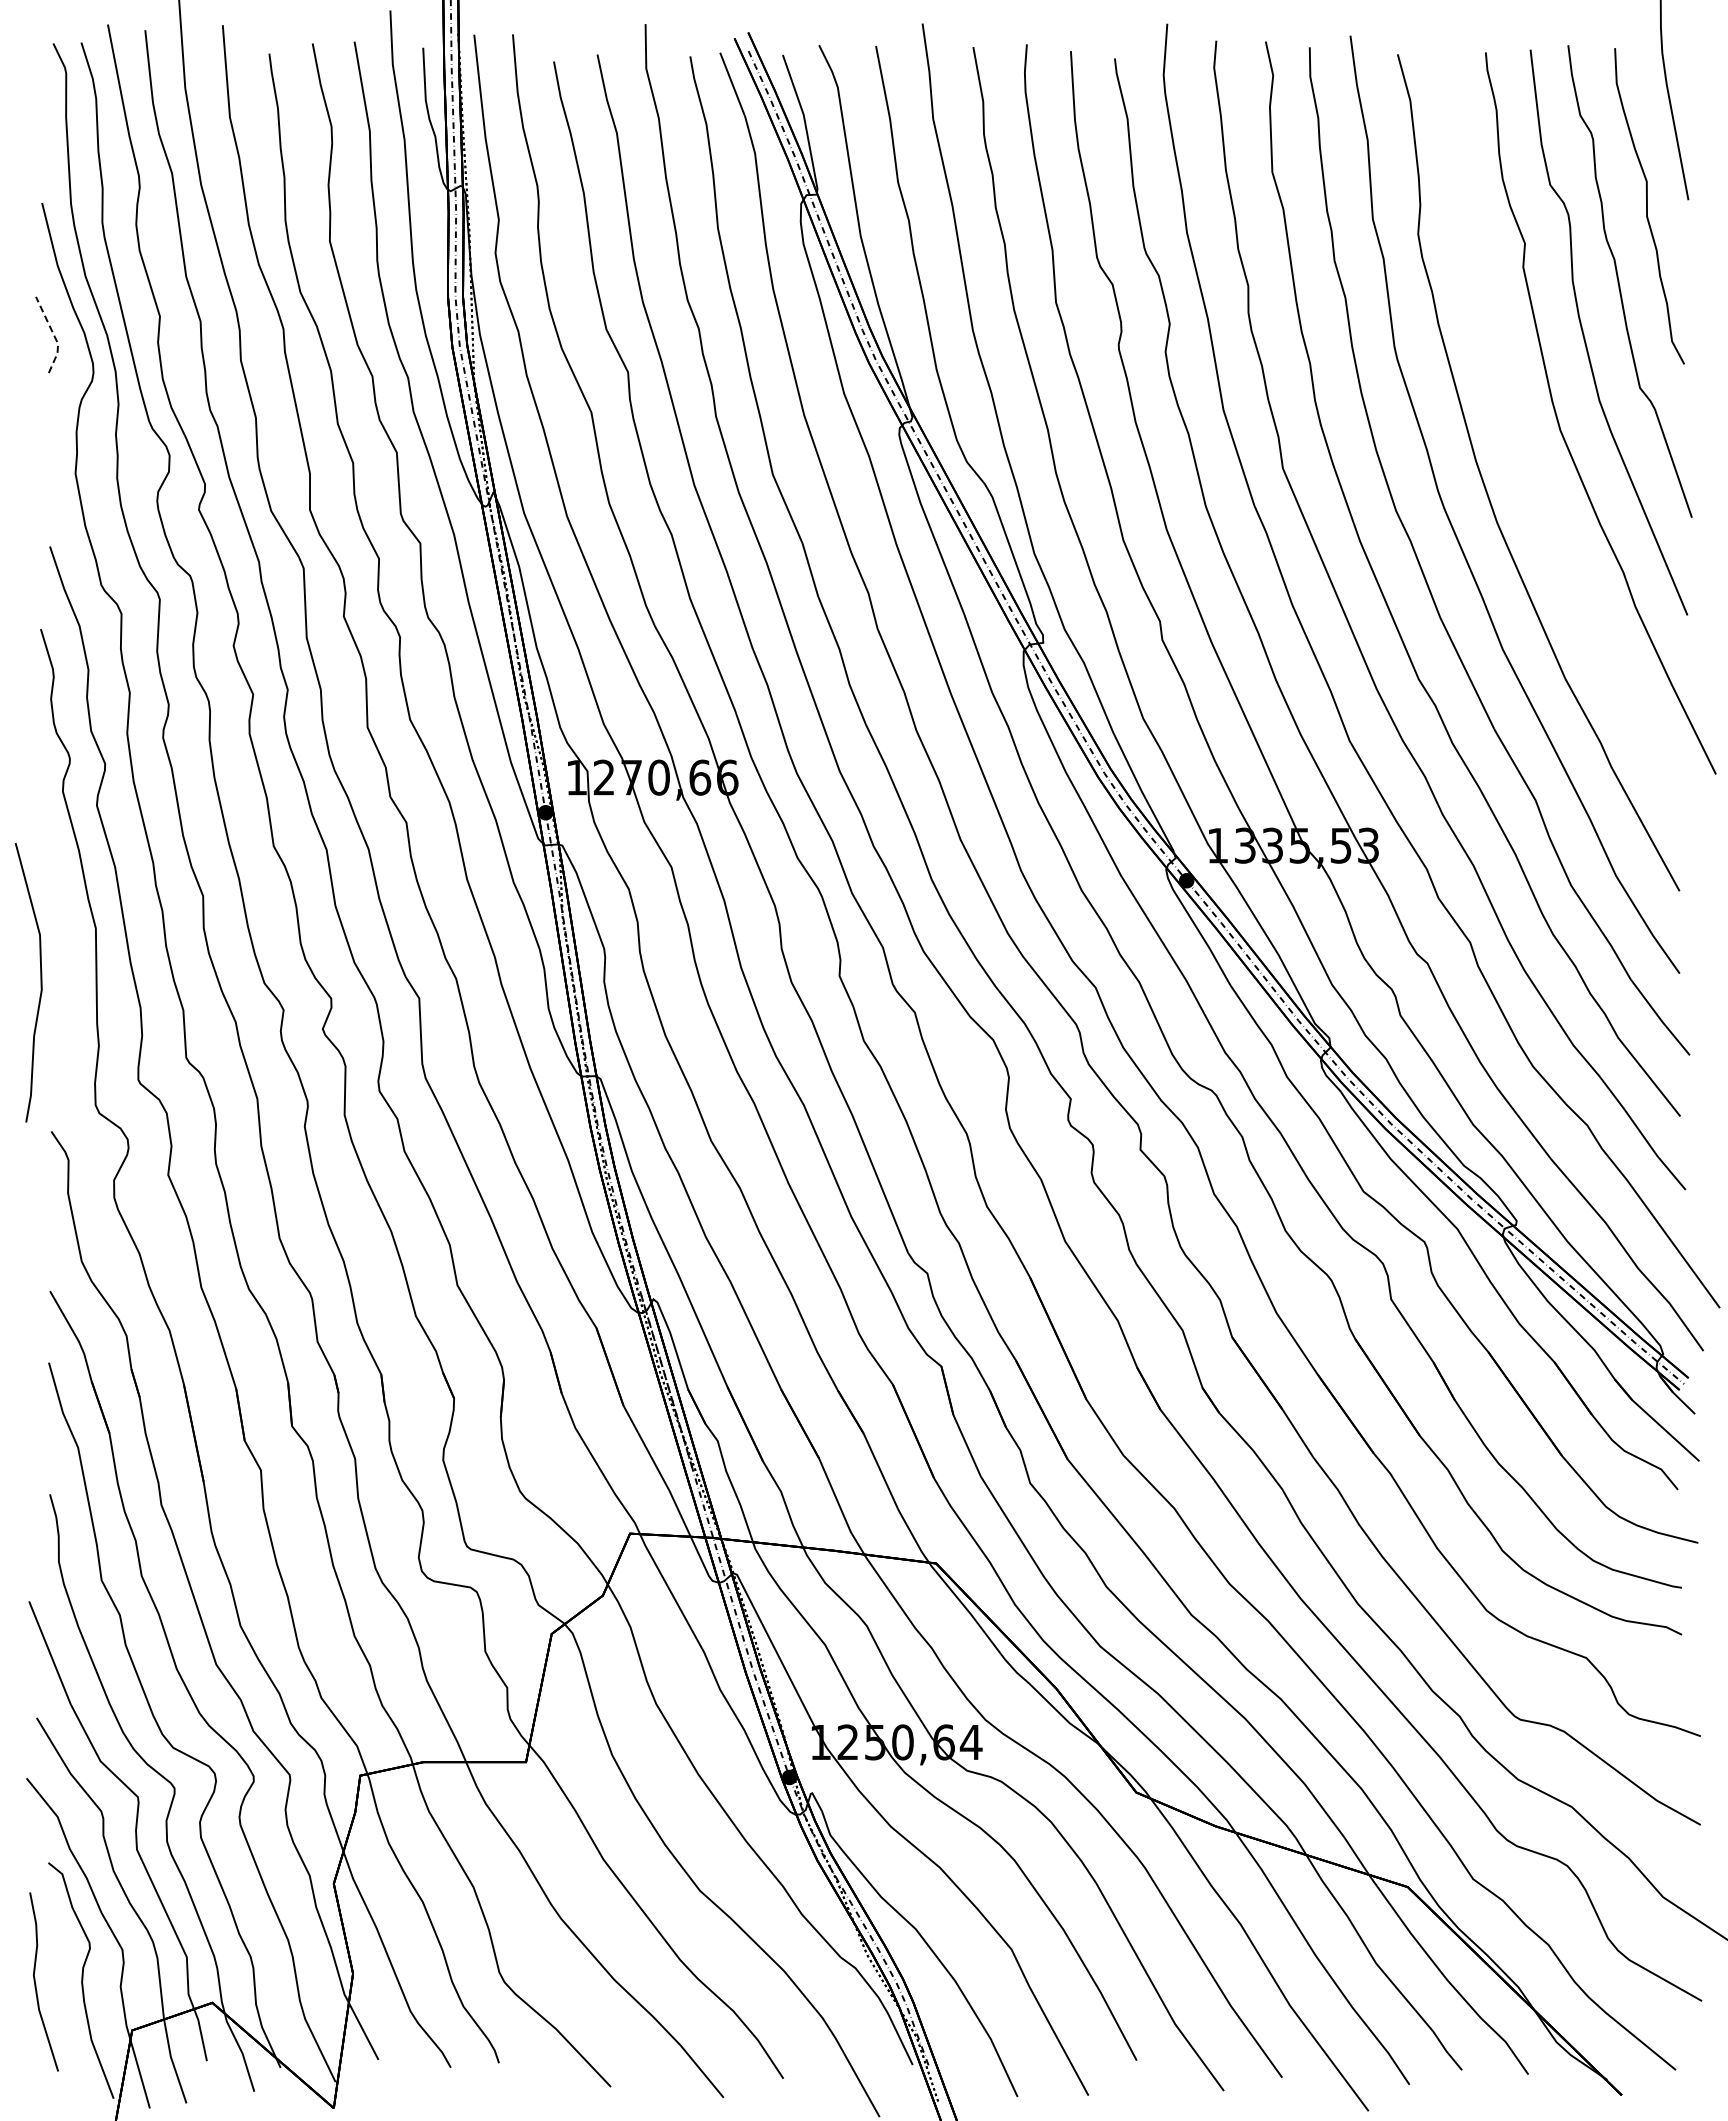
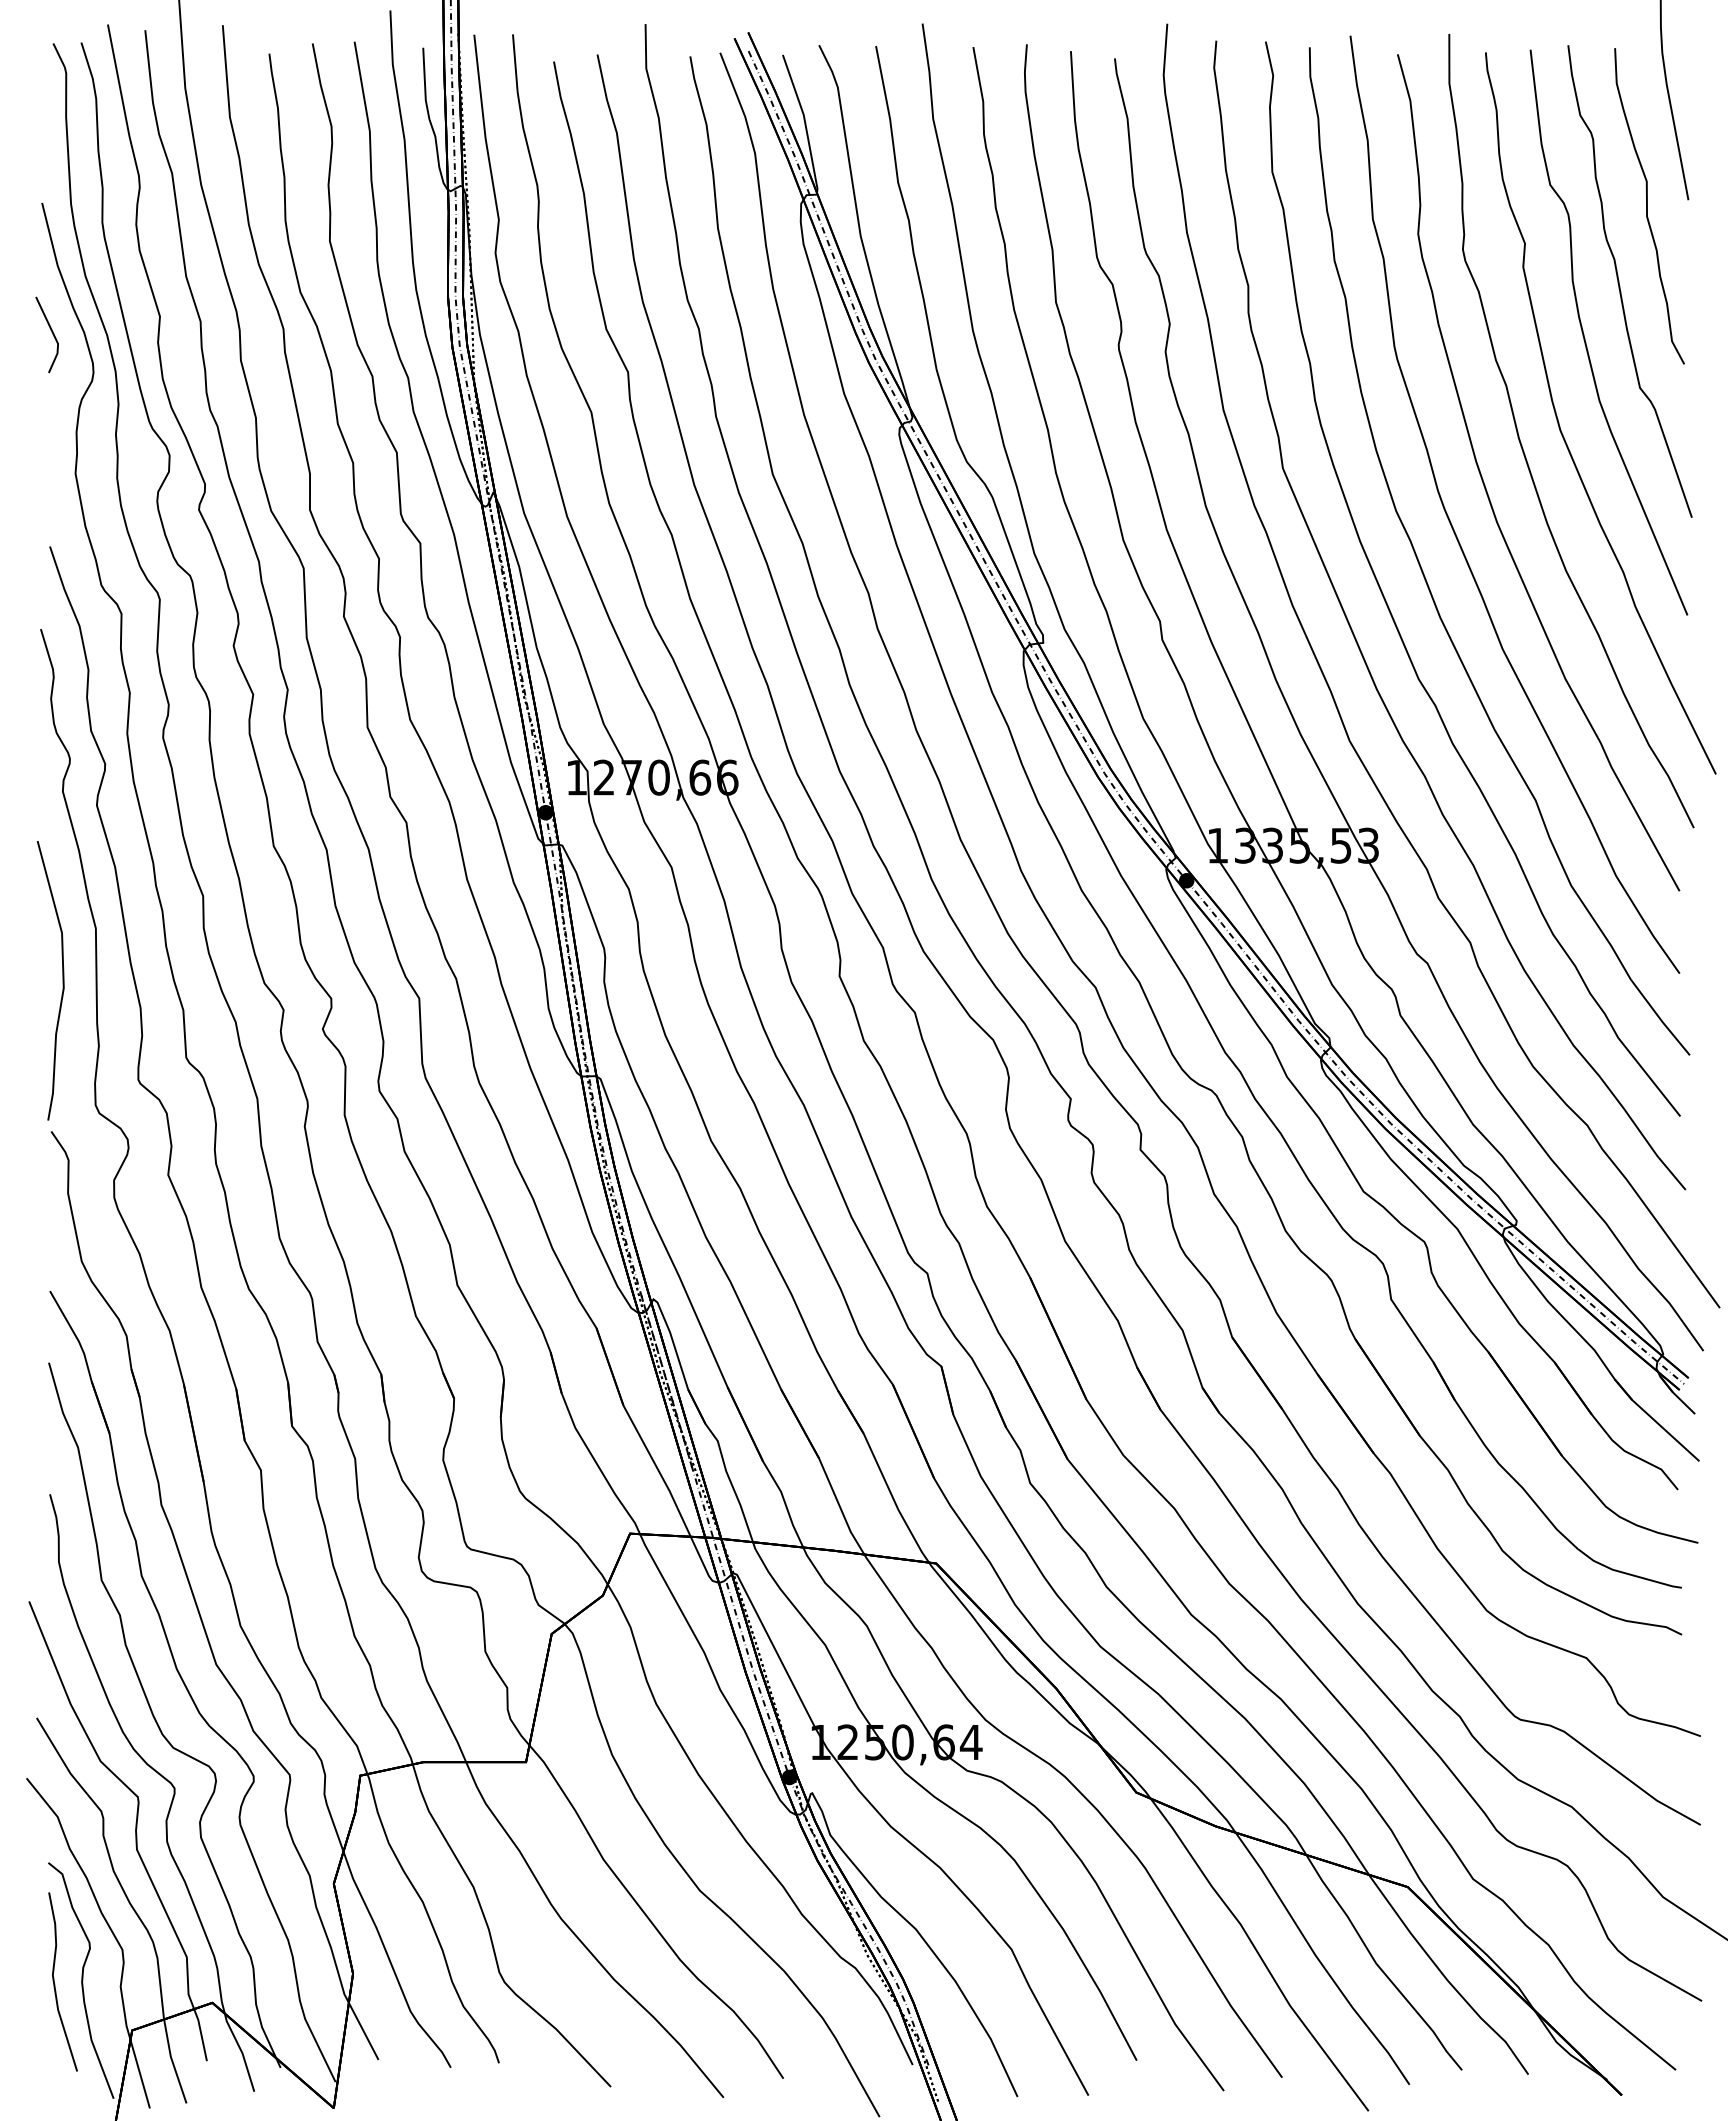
line at (54, 335): dashed -> solid
curve at (1523, 448): none -> present
curve at (40, 982) position: (40, 982) -> (62, 980)
curve at (36, 1984) position: (36, 1984) -> (55, 1984)
